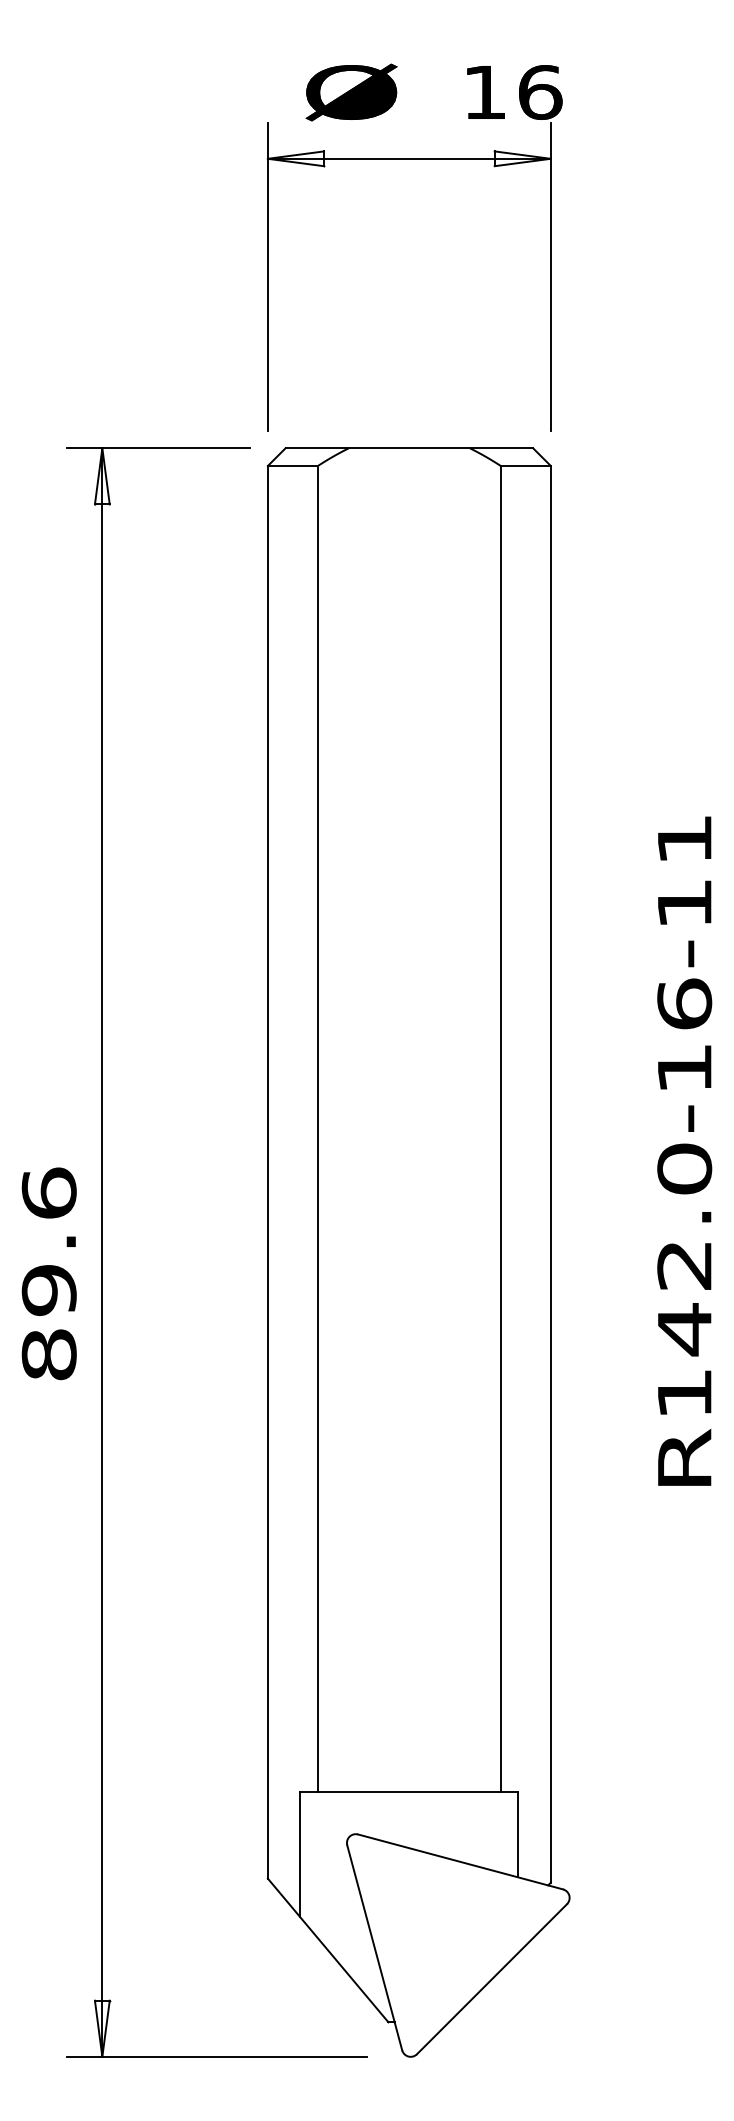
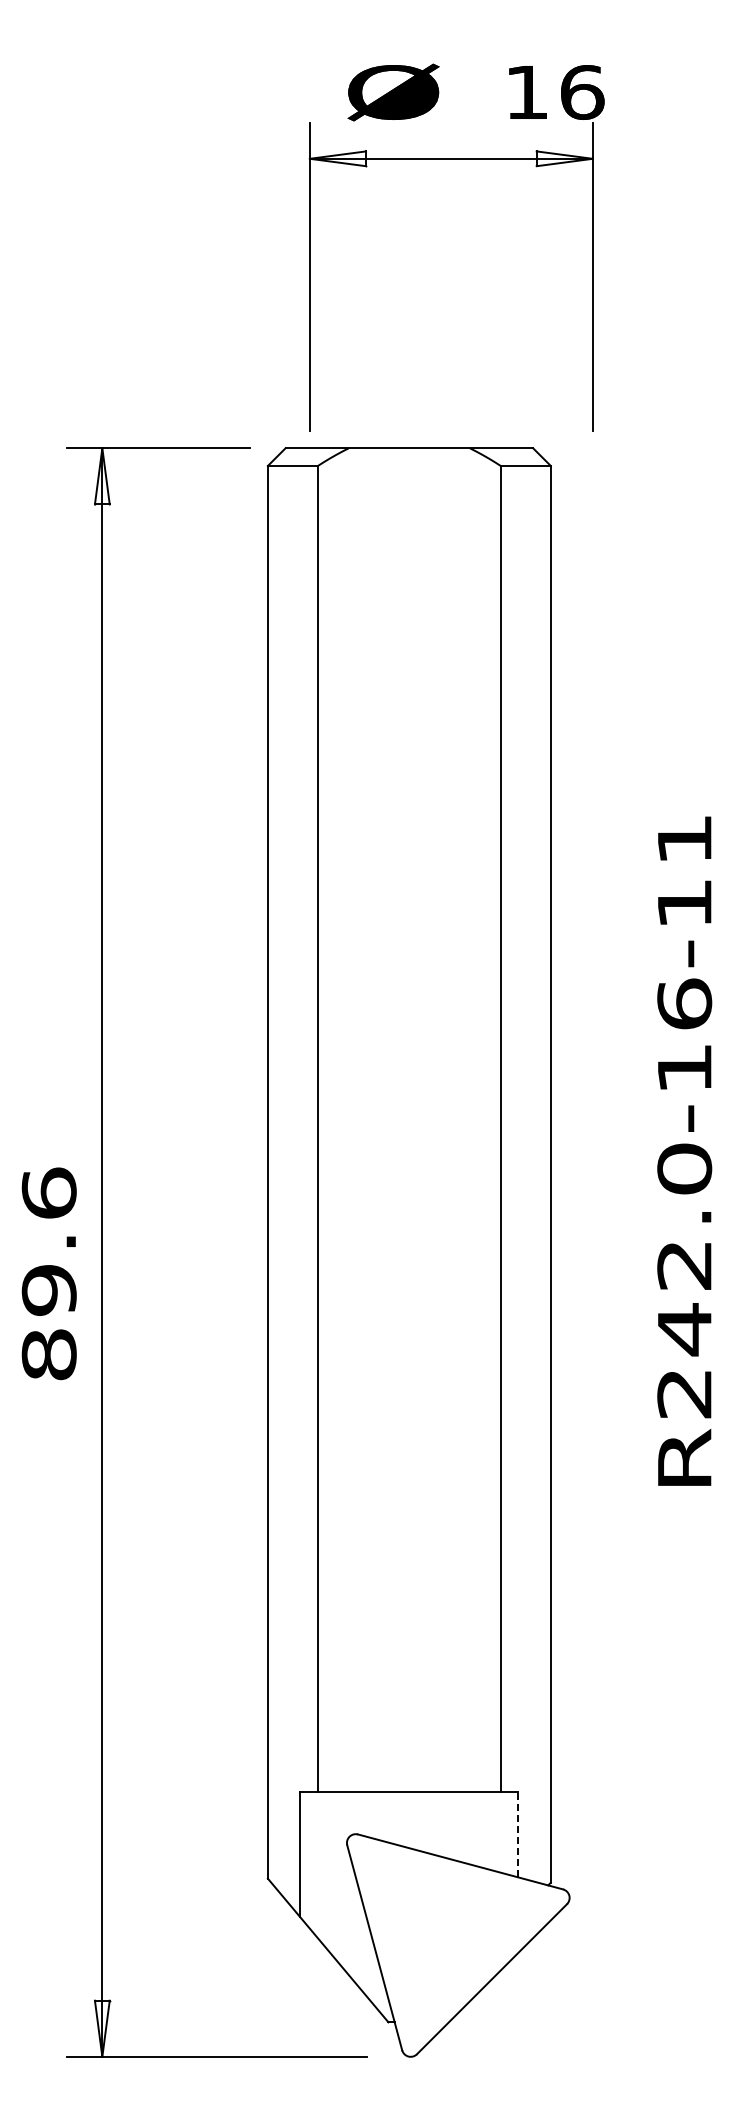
part at (414, 159) position: (414, 159) -> (456, 159)
text at (684, 1394): R142.0-16-11 -> R242.0-16-11
line at (518, 1834): solid -> dashed
